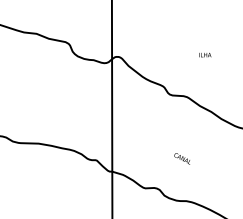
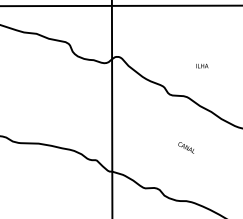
line at (120, 5): none -> present
text at (205, 54) position: (205, 54) -> (202, 65)
text at (181, 158) position: (181, 158) -> (185, 147)
